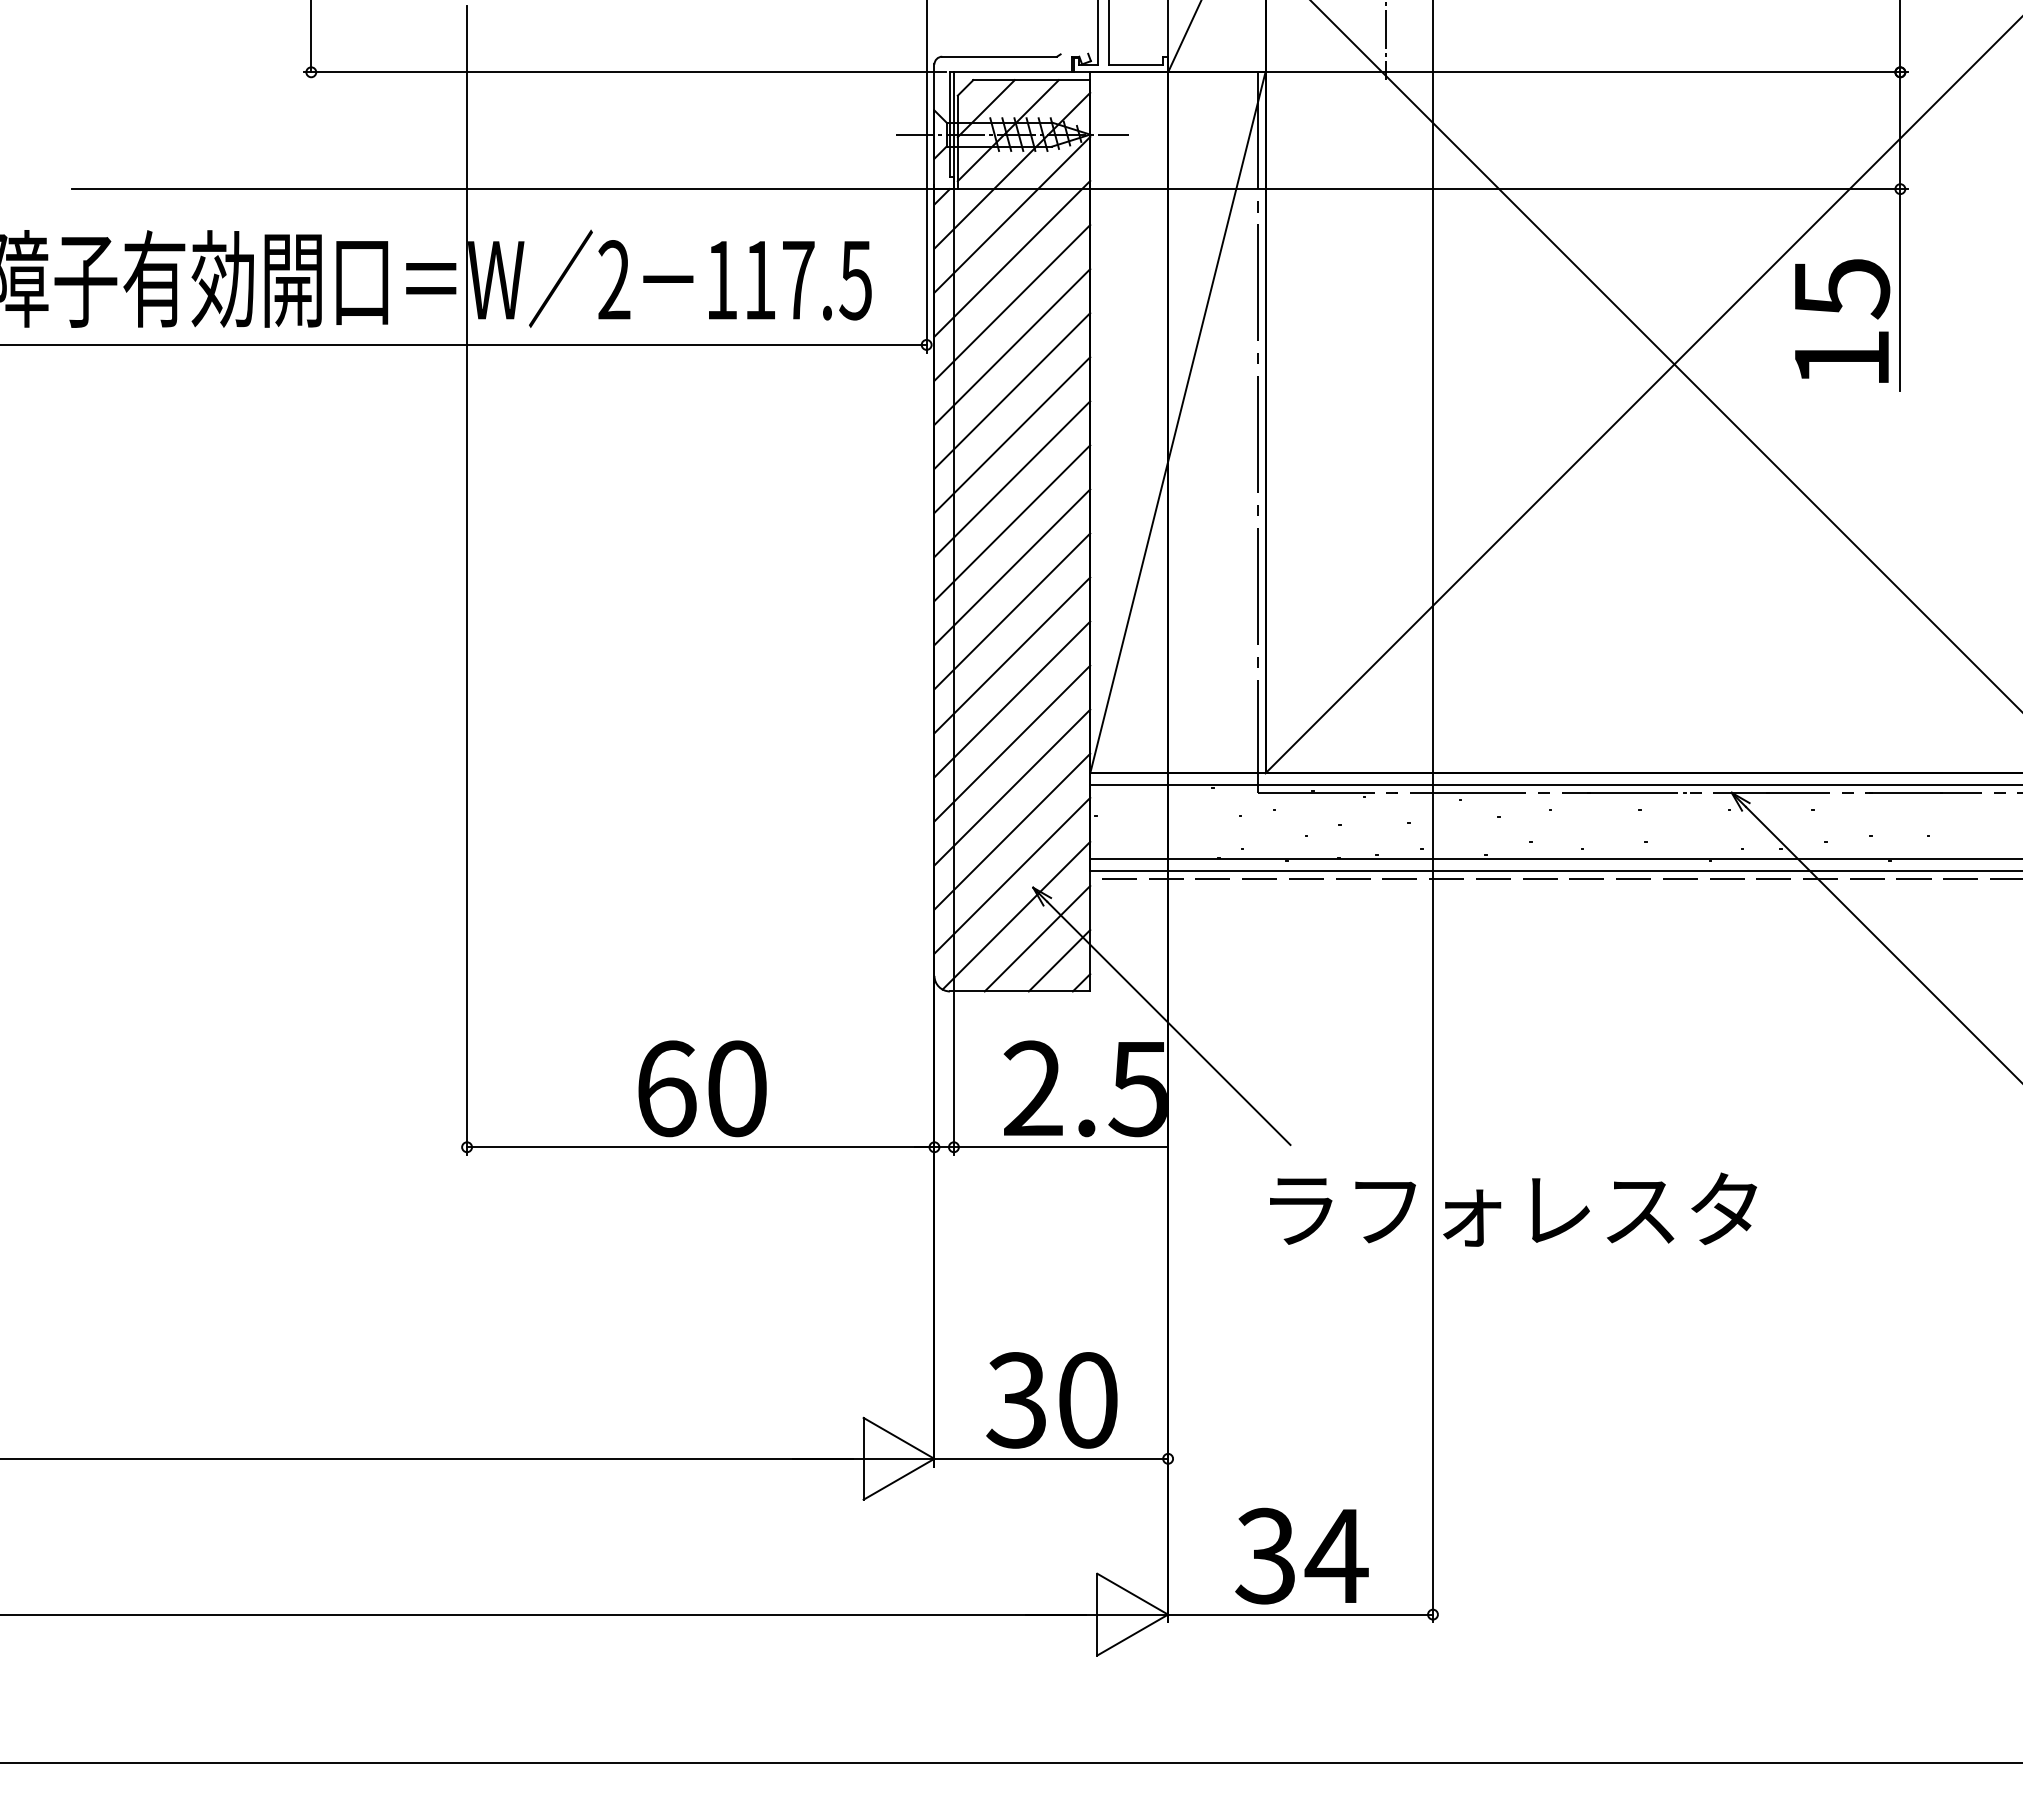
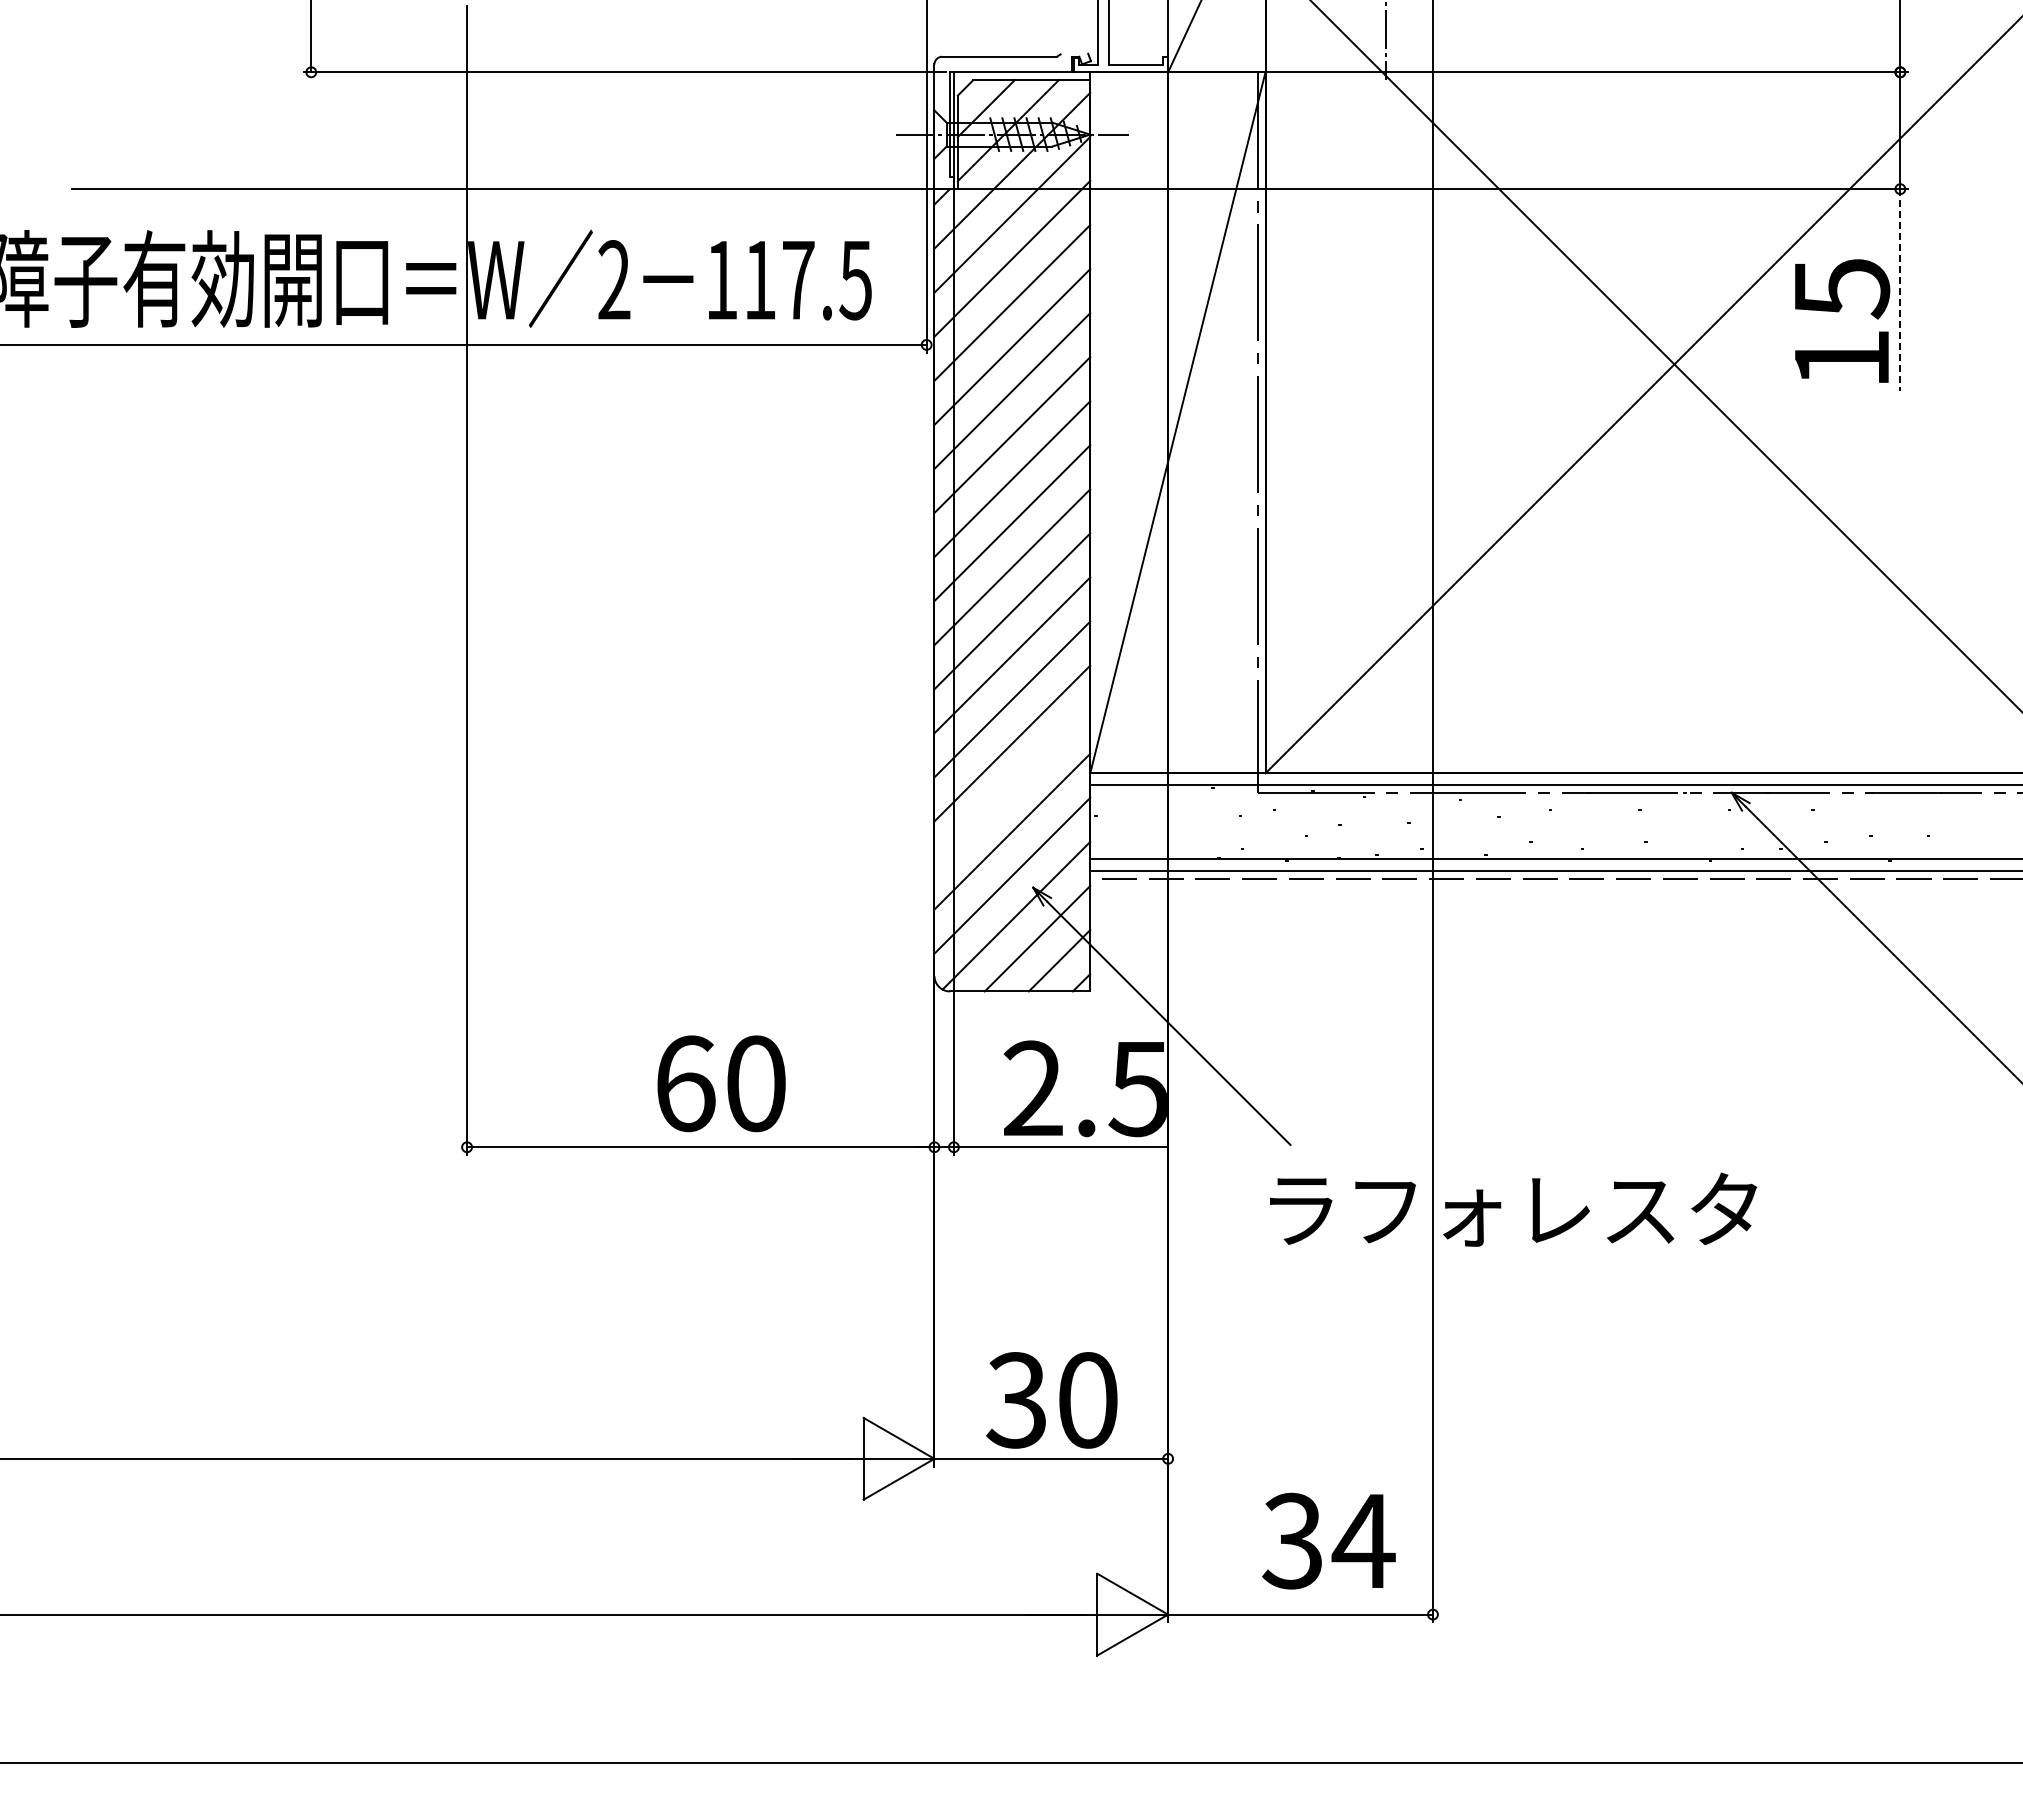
line at (1900, 290): solid -> dashed
line at (1012, 787): present -> none
text at (702, 1088) position: (702, 1088) -> (721, 1083)
text at (1301, 1555) position: (1301, 1555) -> (1328, 1540)
